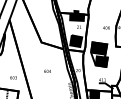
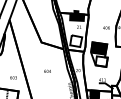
fill at (76, 41): present -> none
fill at (101, 61): present -> none
